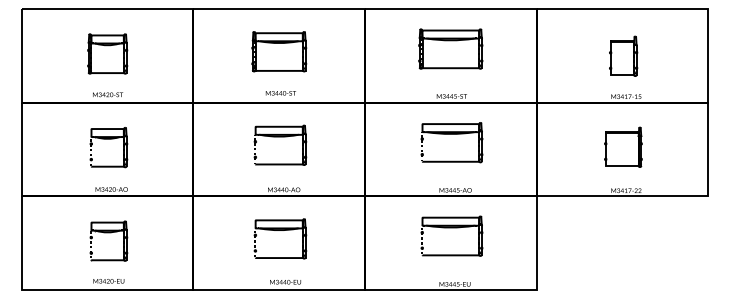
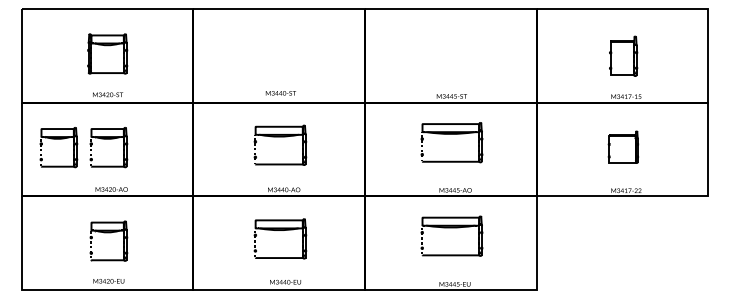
part at (450, 48): present -> none
part at (279, 51): present -> none
part at (58, 139): none -> present
part at (623, 146) size: 39x42 px -> 32x34 px
